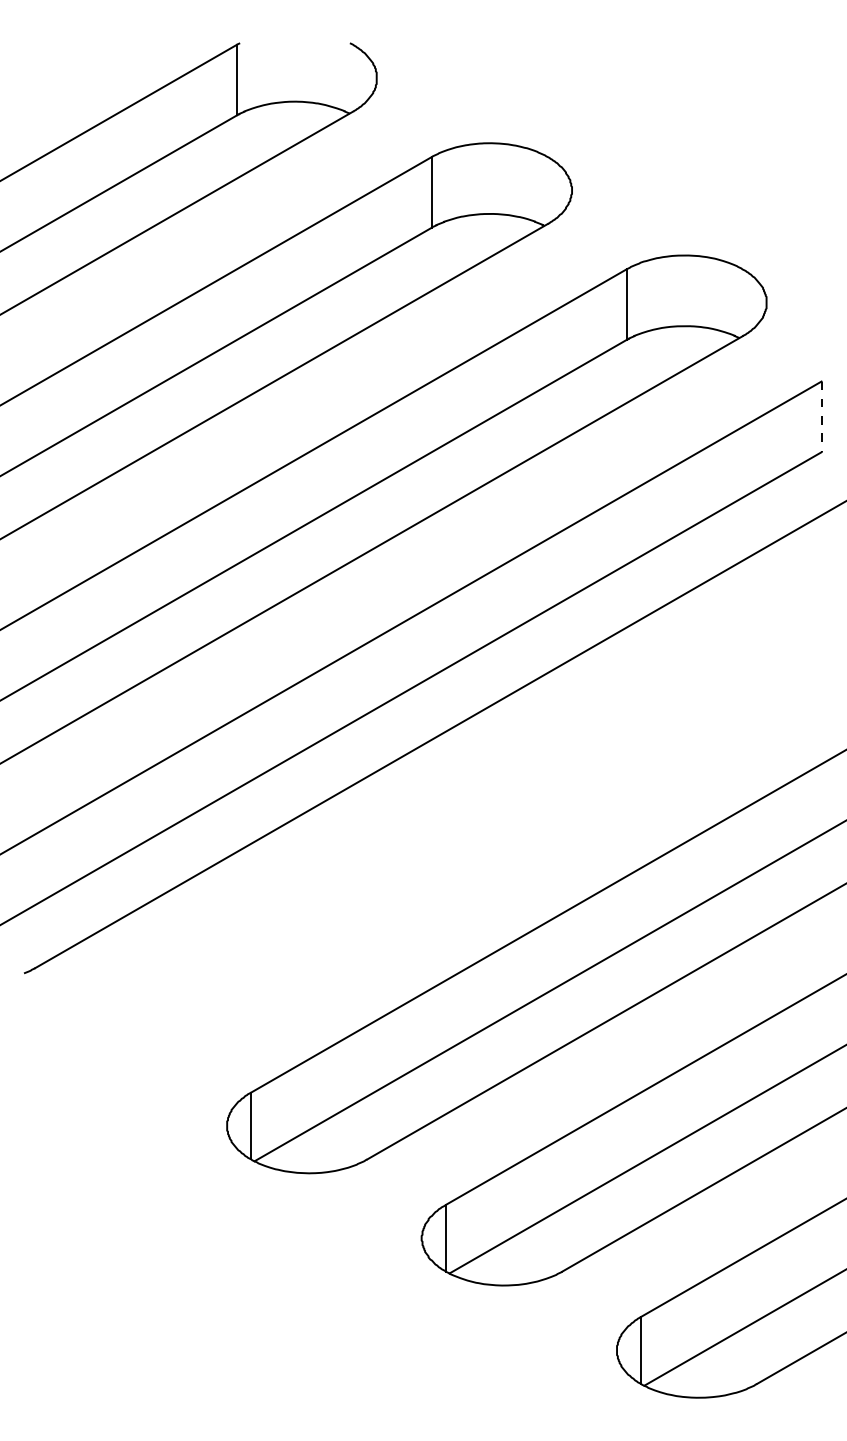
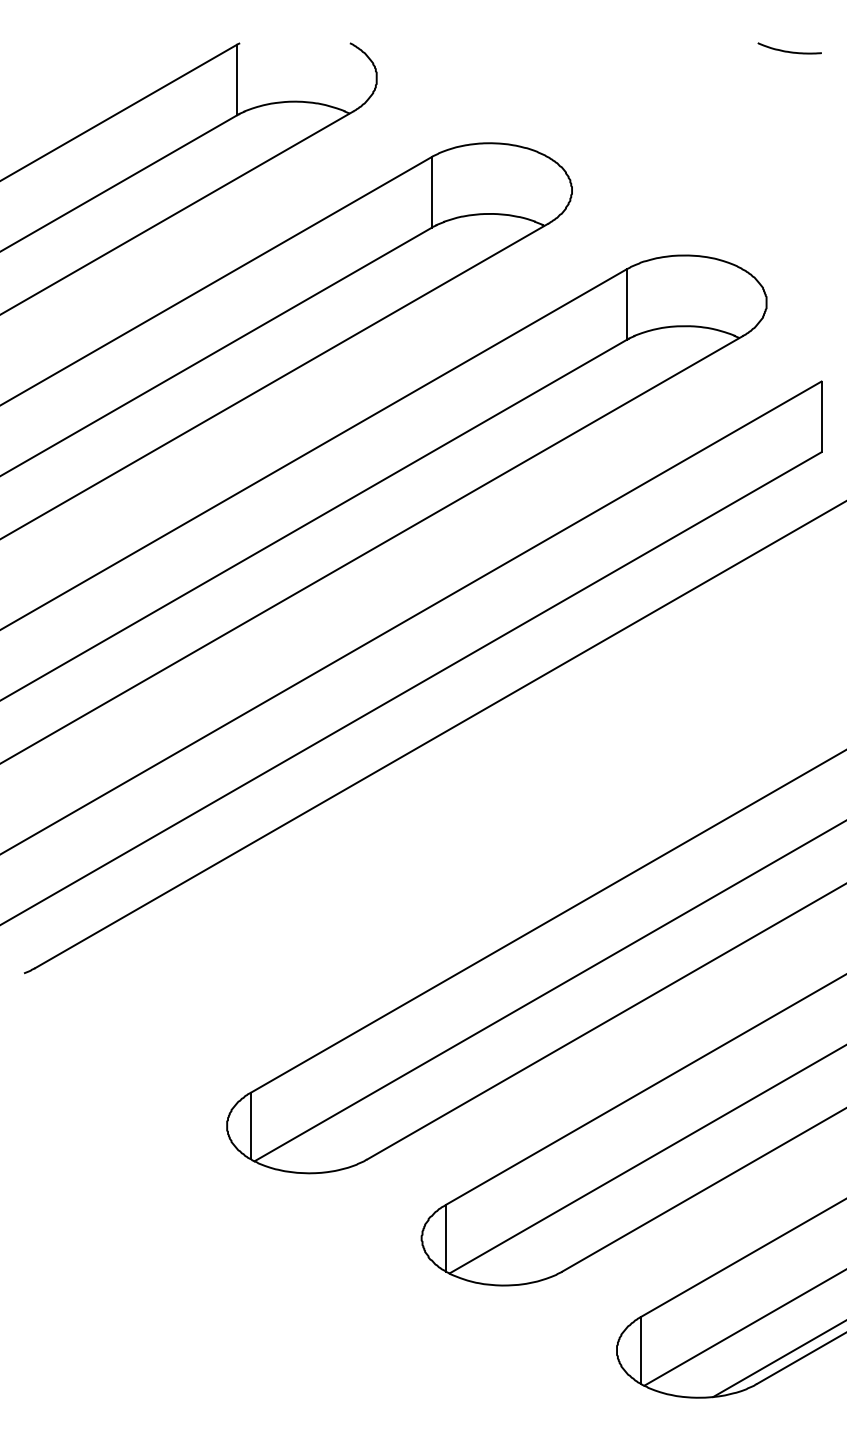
curve at (787, 50): none -> present
line at (821, 417): dashed -> solid
line at (778, 1359): none -> present
